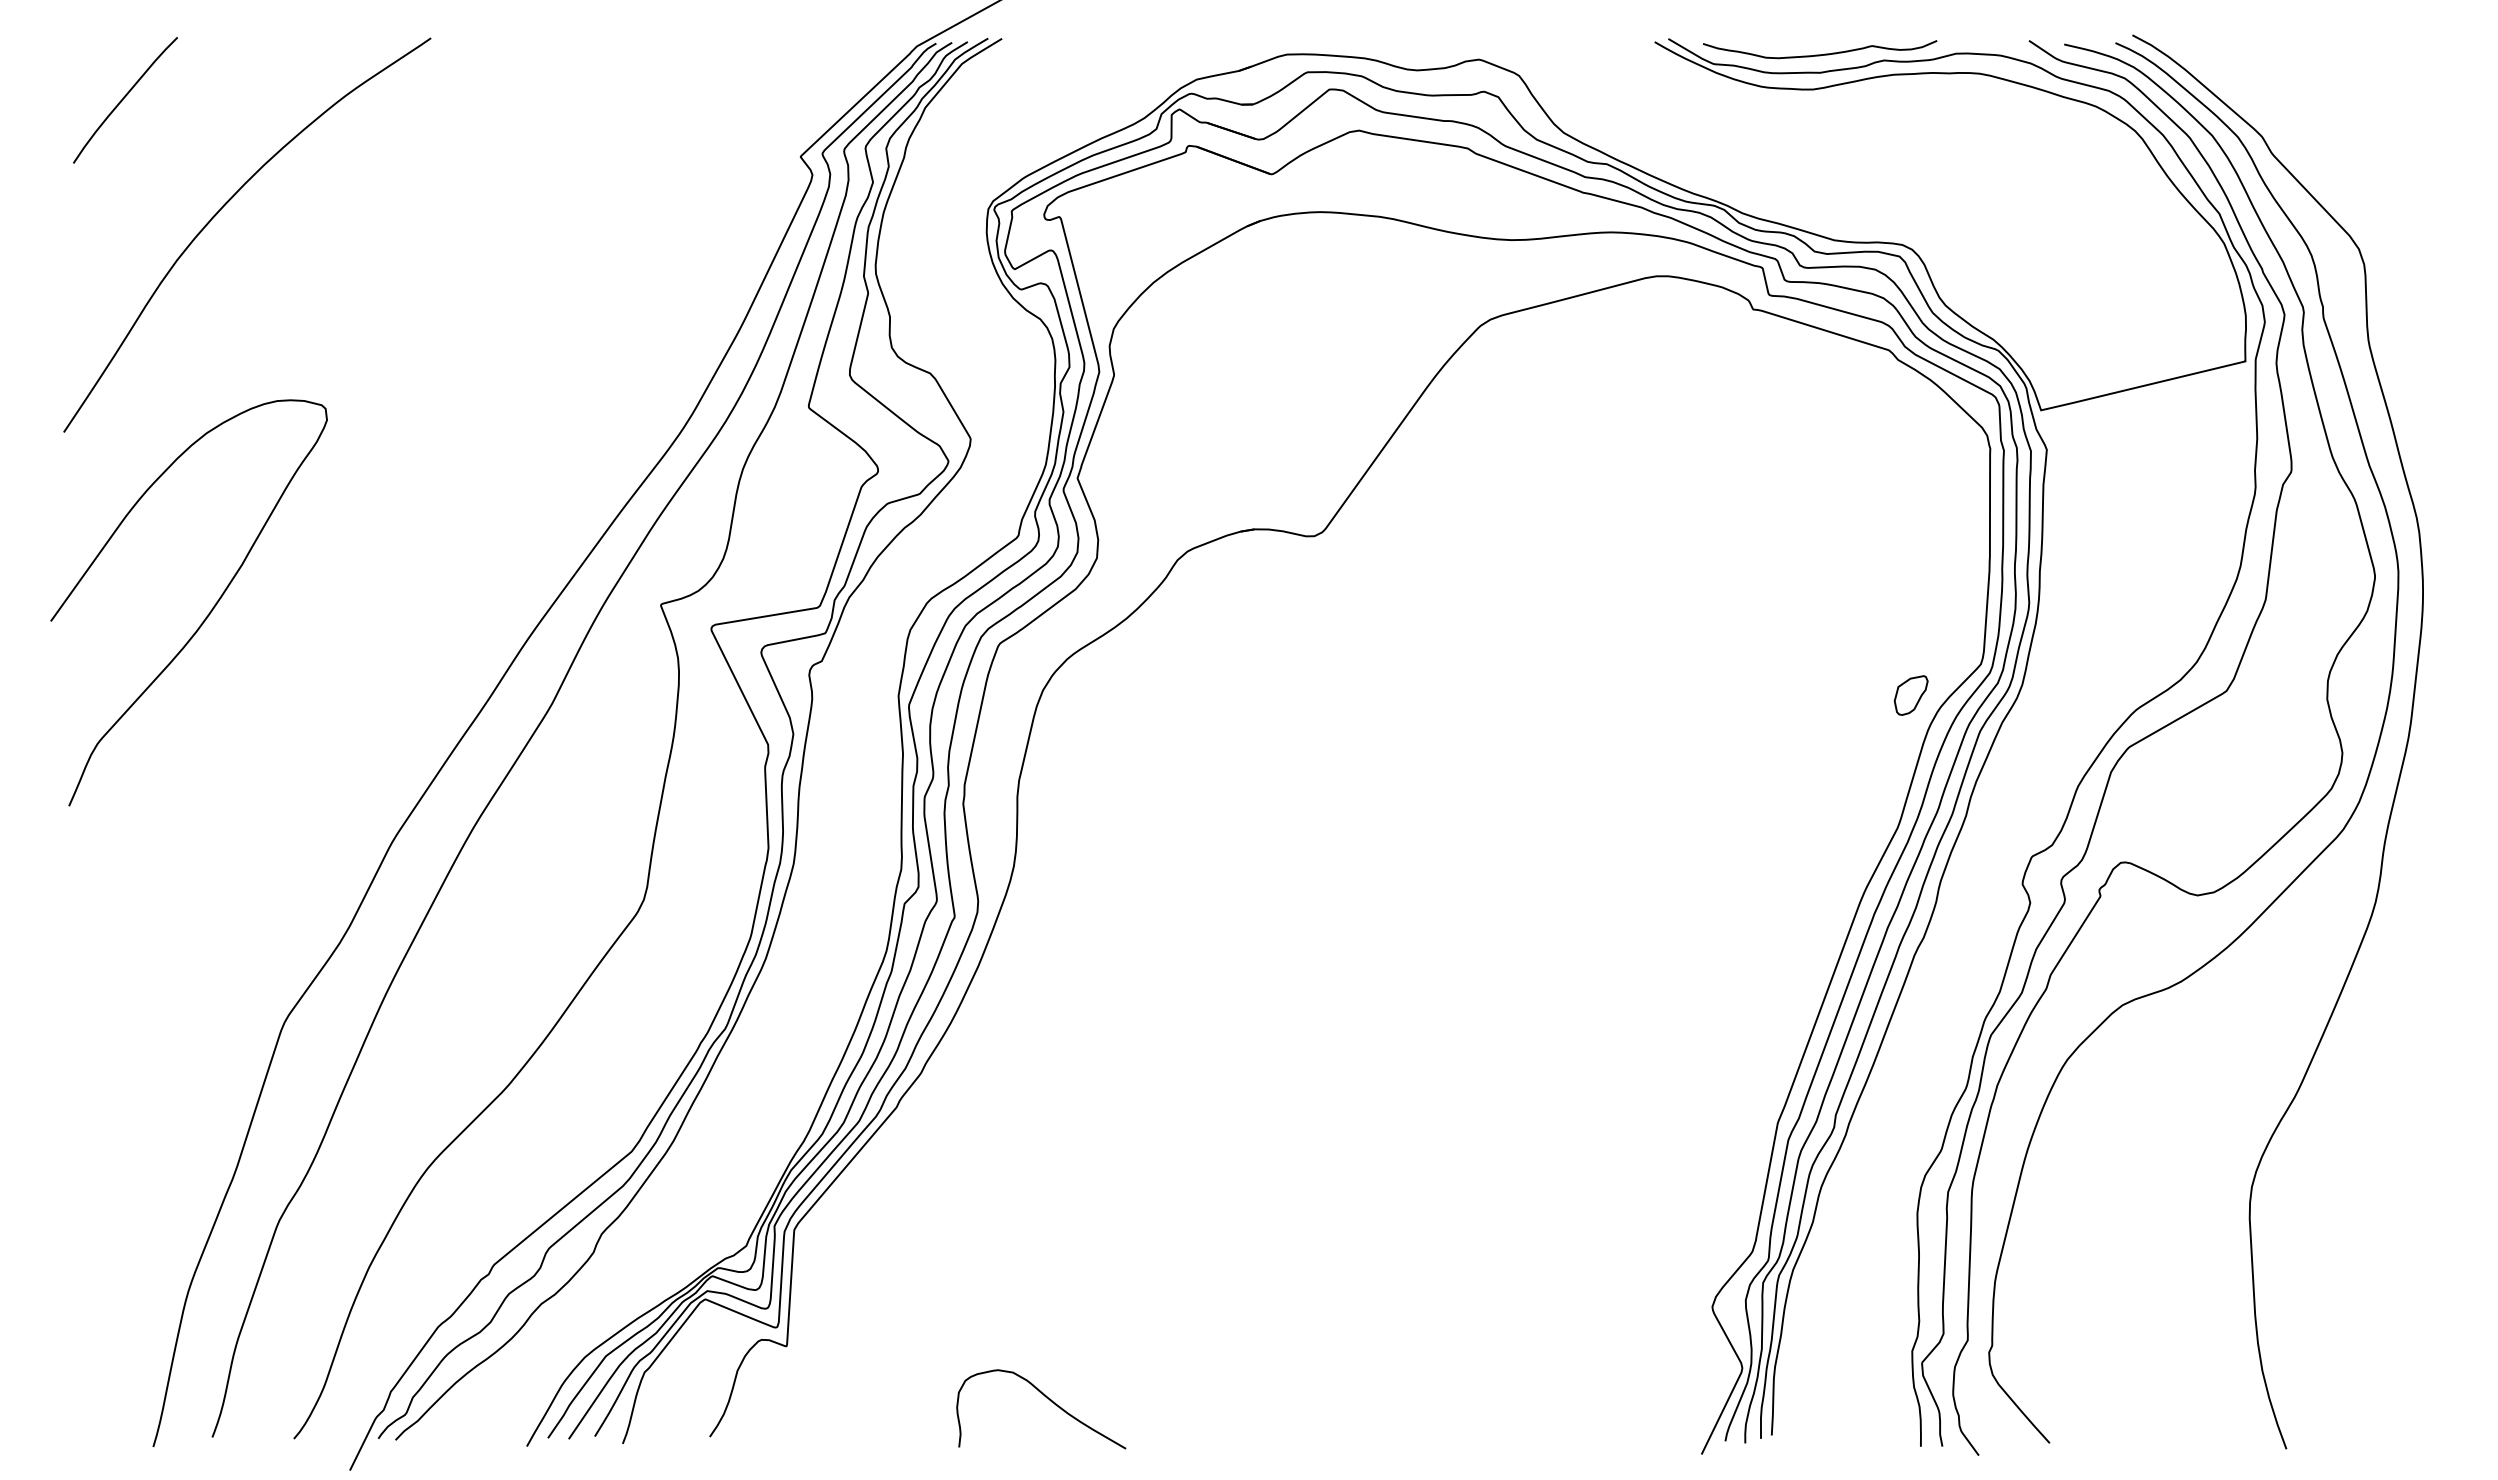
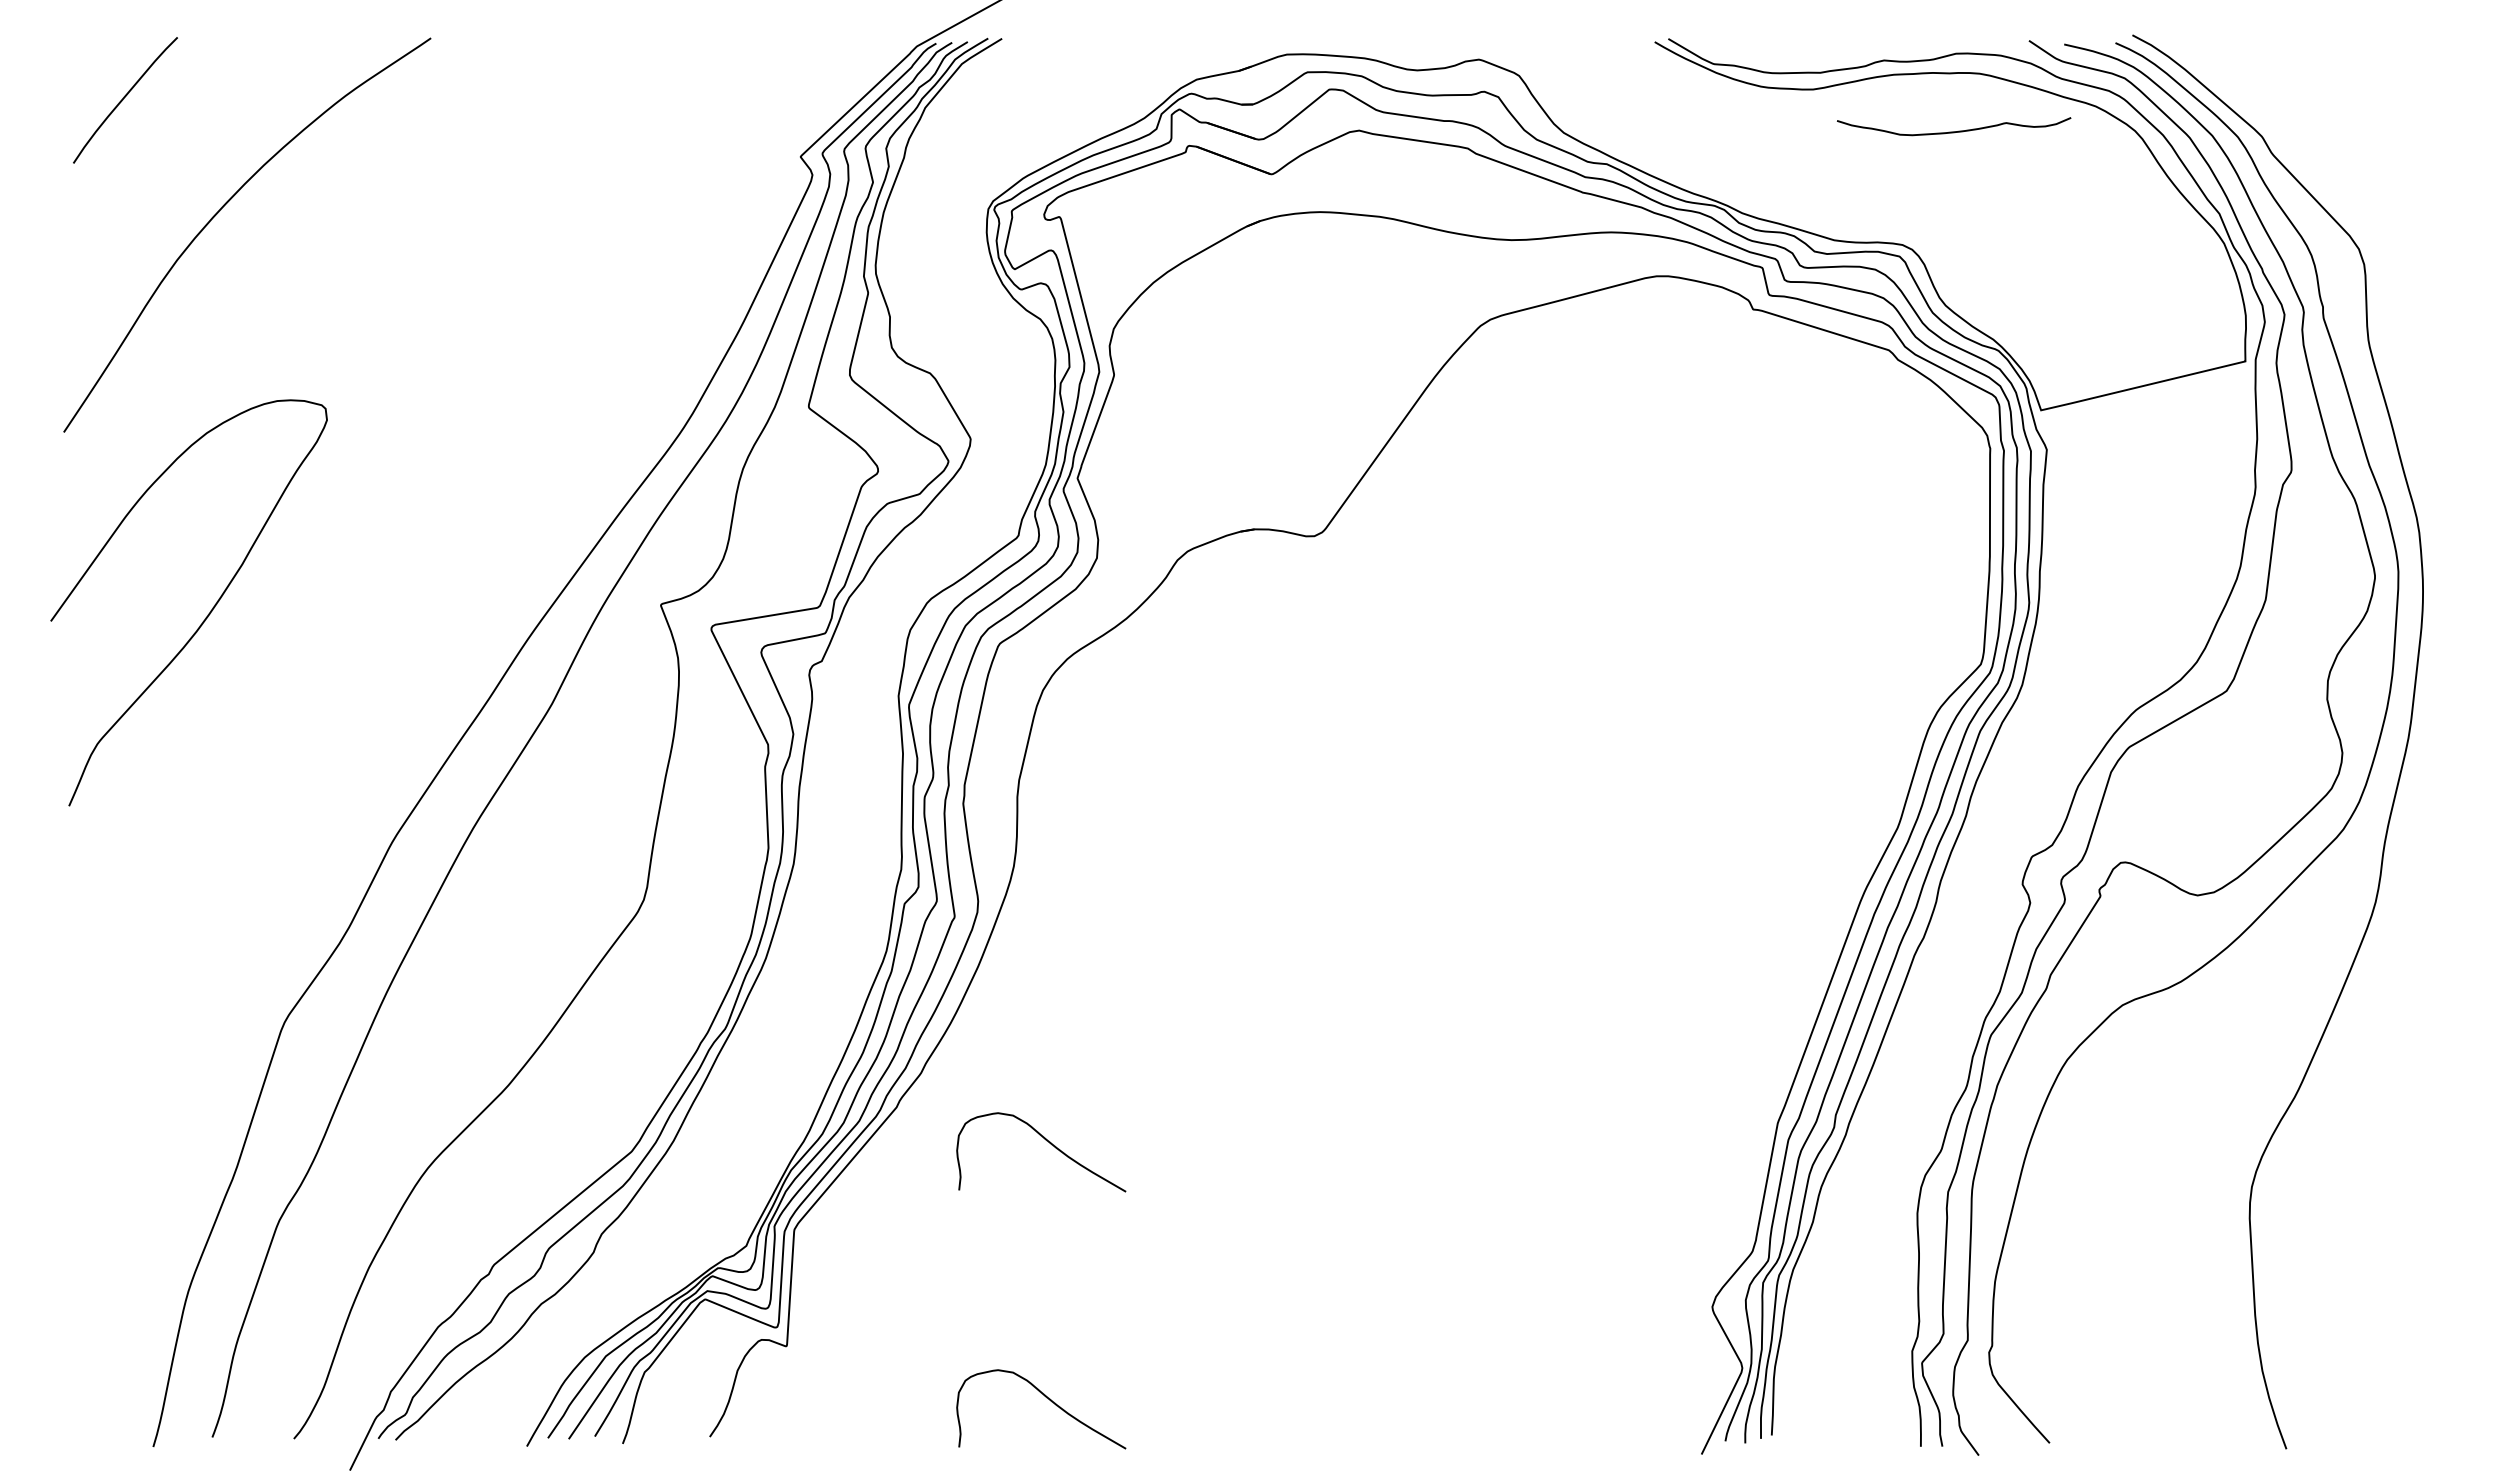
curve at (1820, 54) position: (1820, 54) -> (1954, 131)
part at (1910, 695): present -> none
curve at (1049, 1143): none -> present
